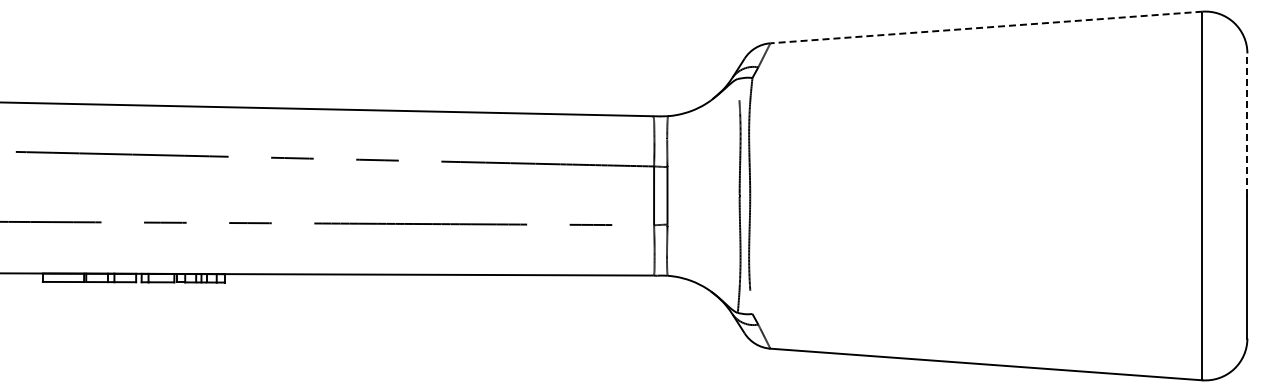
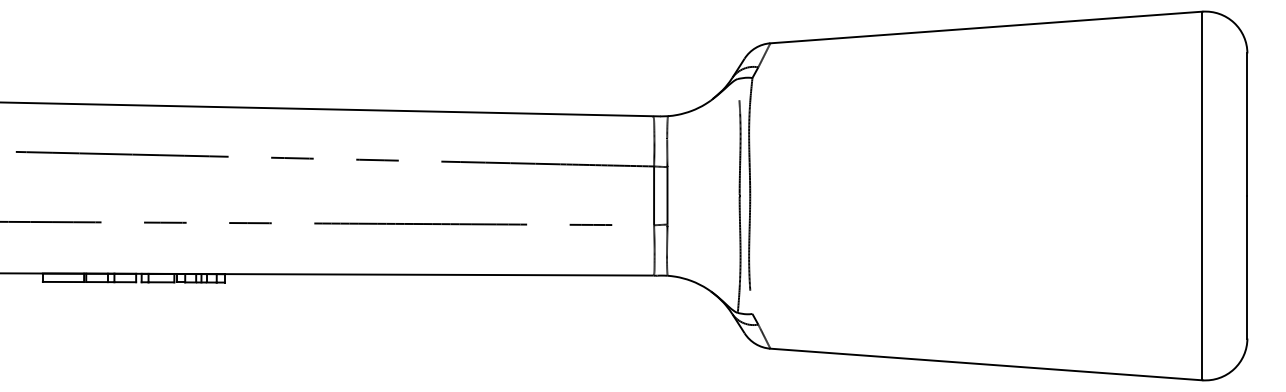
line at (986, 27): dashed -> solid
line at (1247, 124): dashed -> solid
